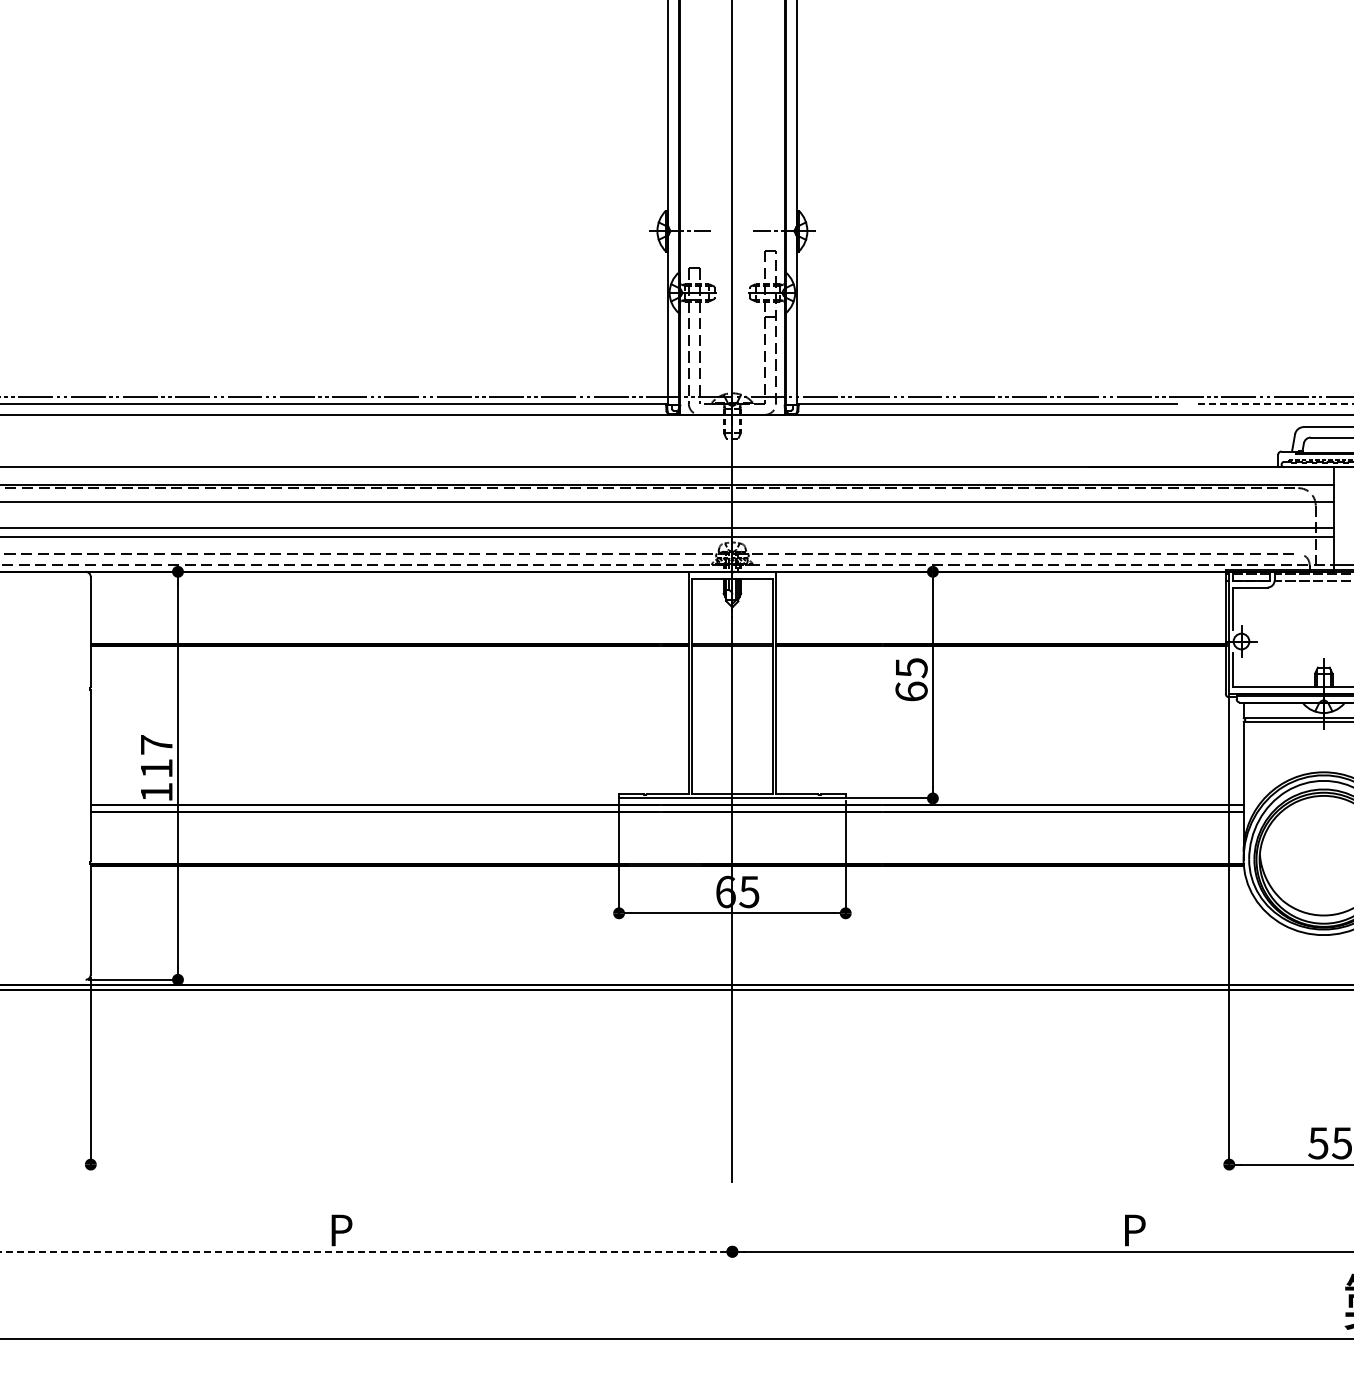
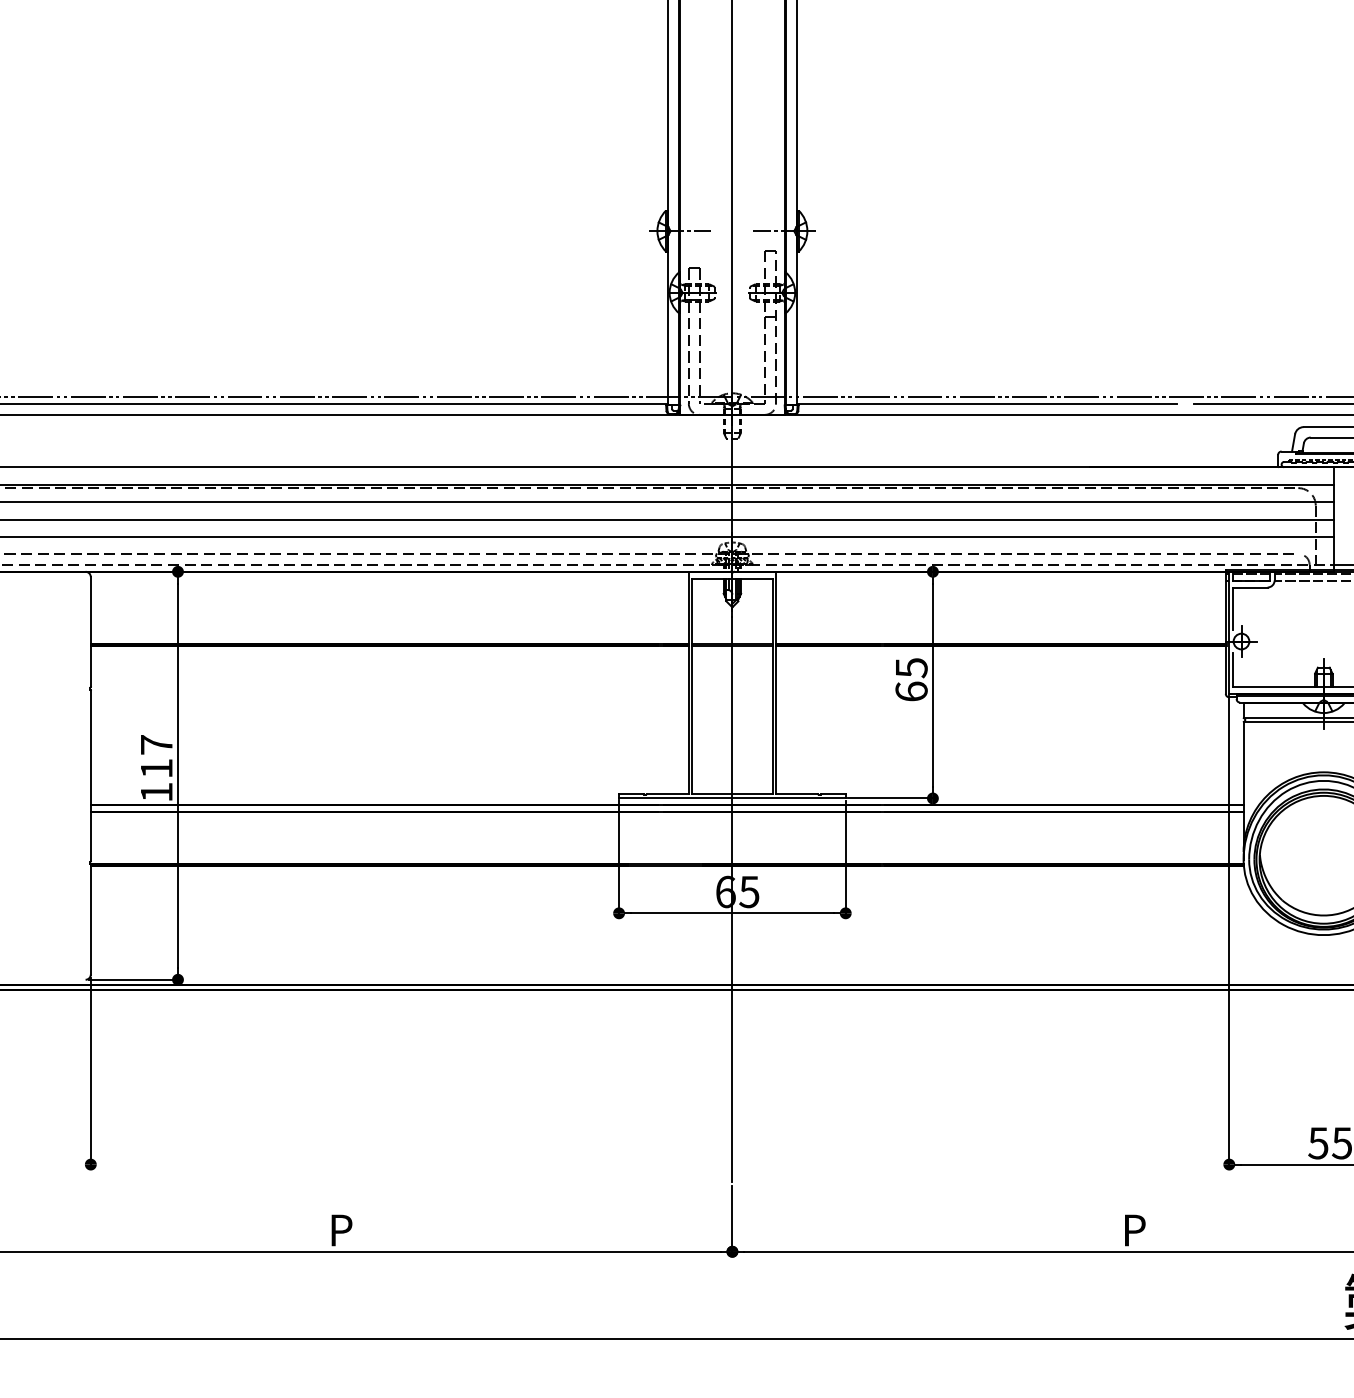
line at (1274, 404): dashed -> solid
line at (667, 527) position: (667, 527) -> (667, 519)
line at (732, 1220): none -> present
line at (360, 1251): dashed -> solid
